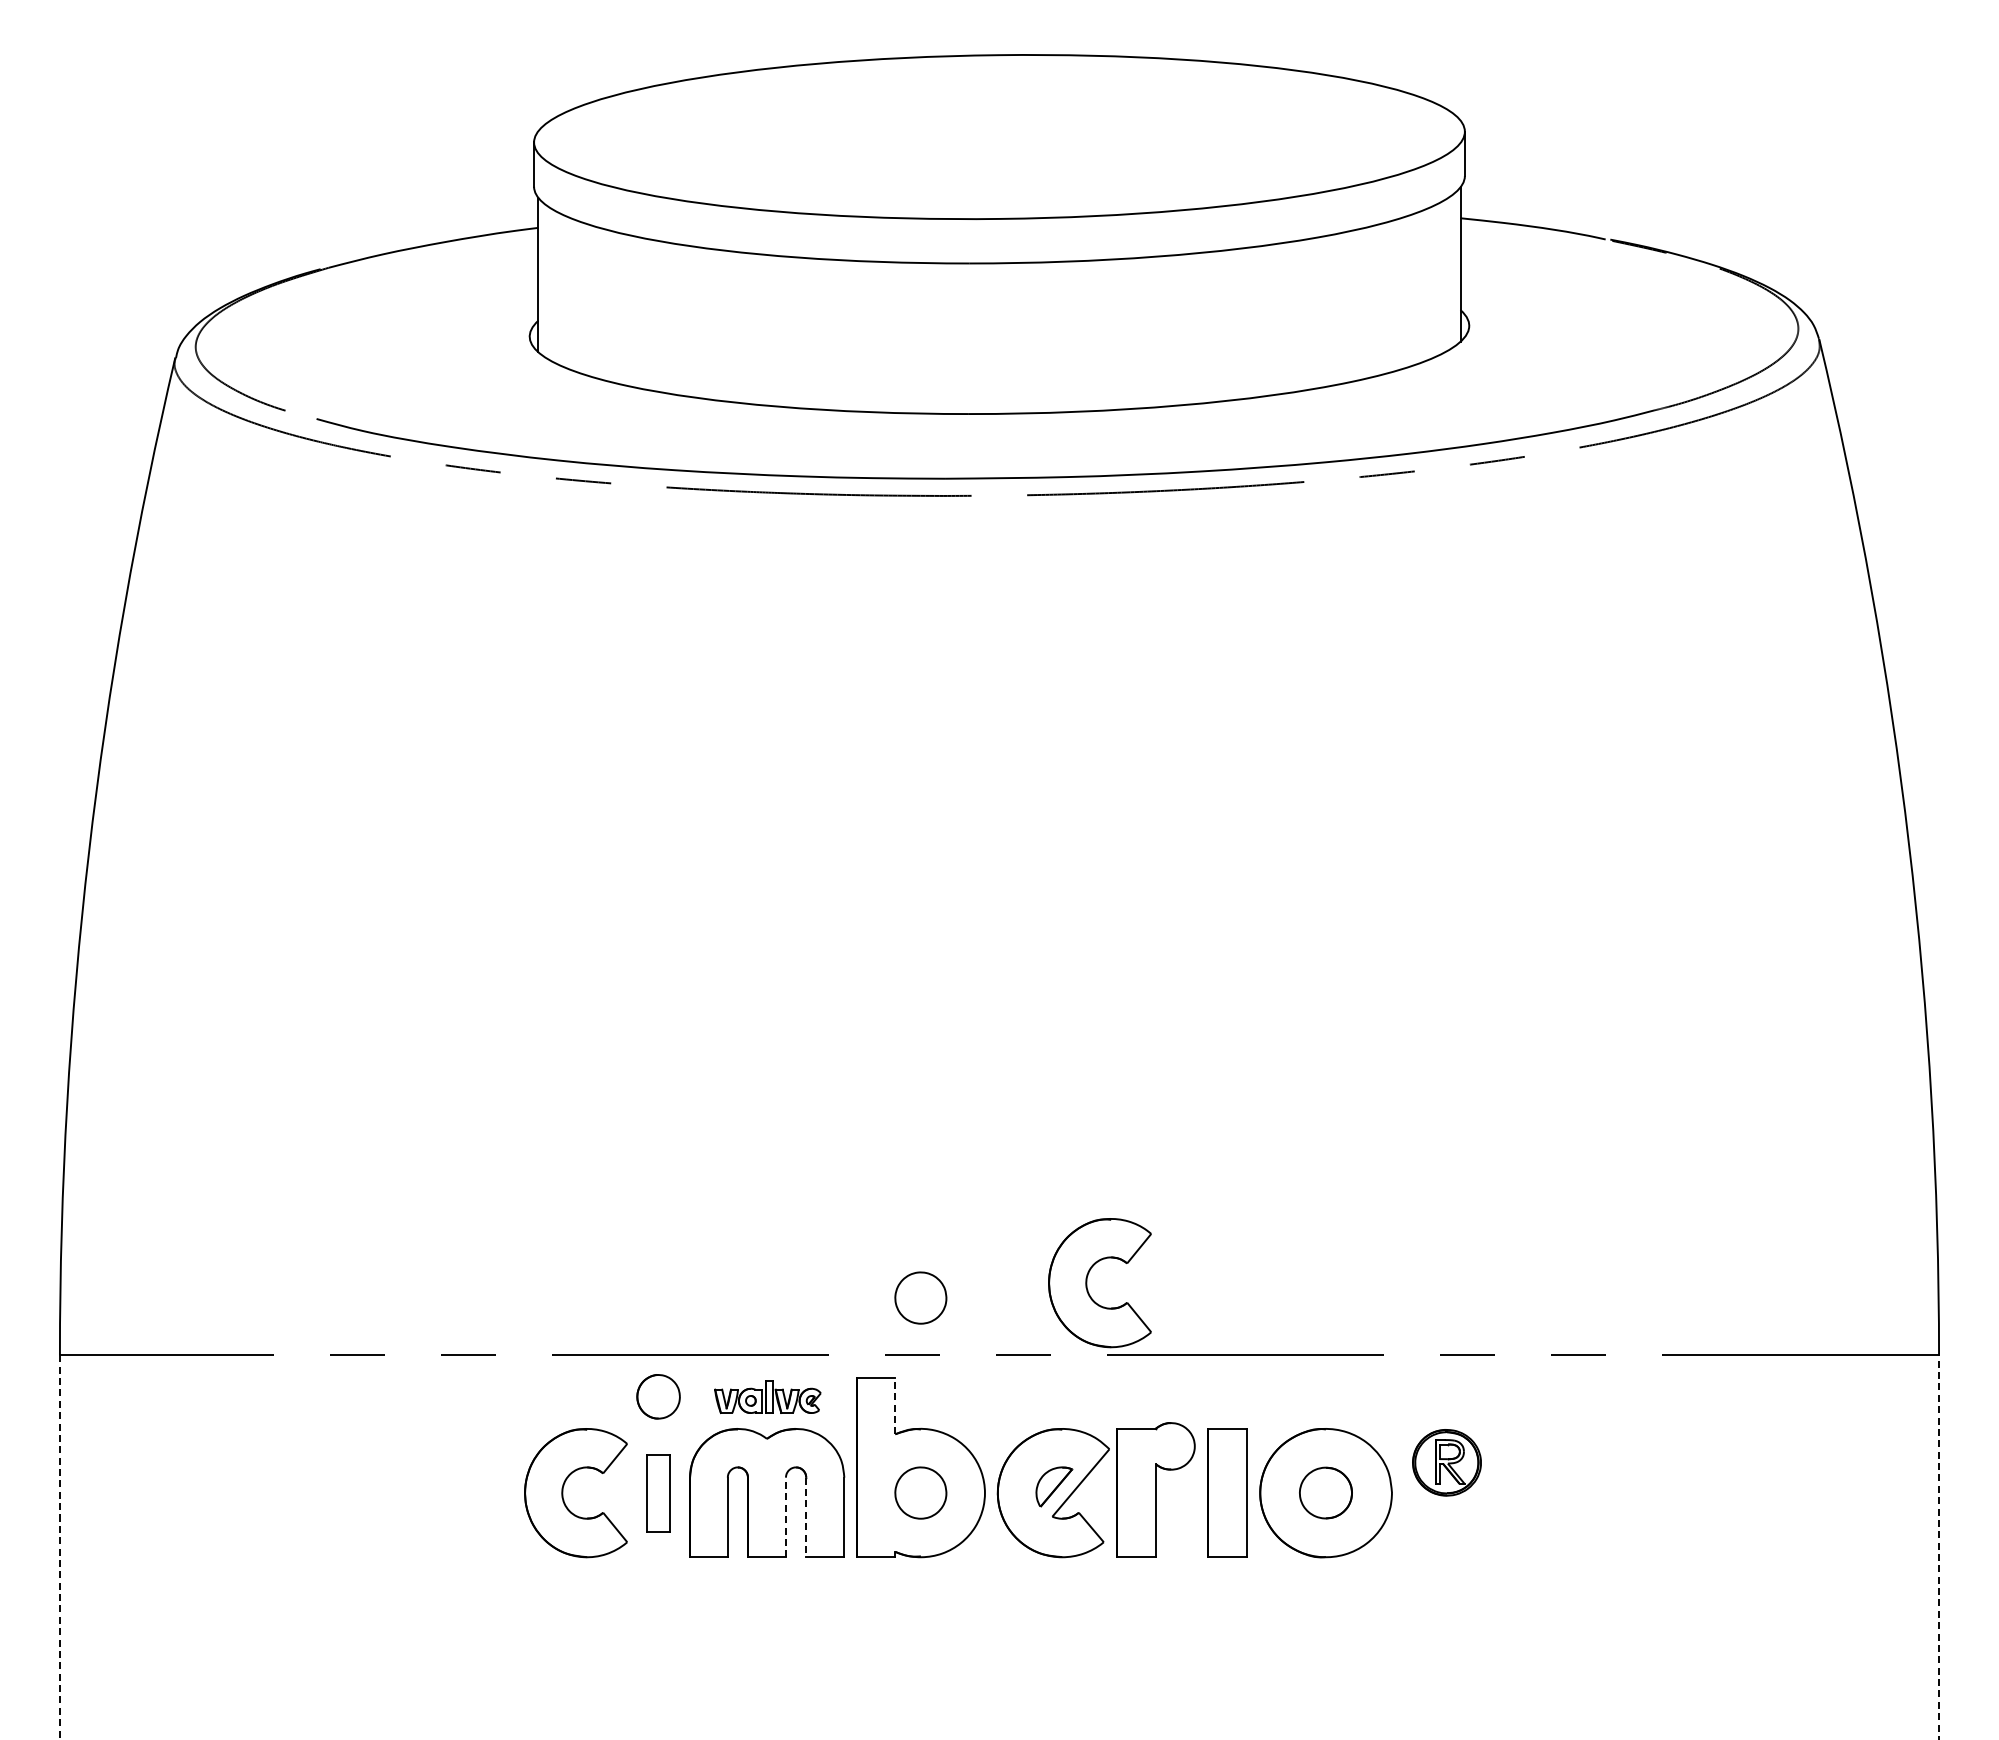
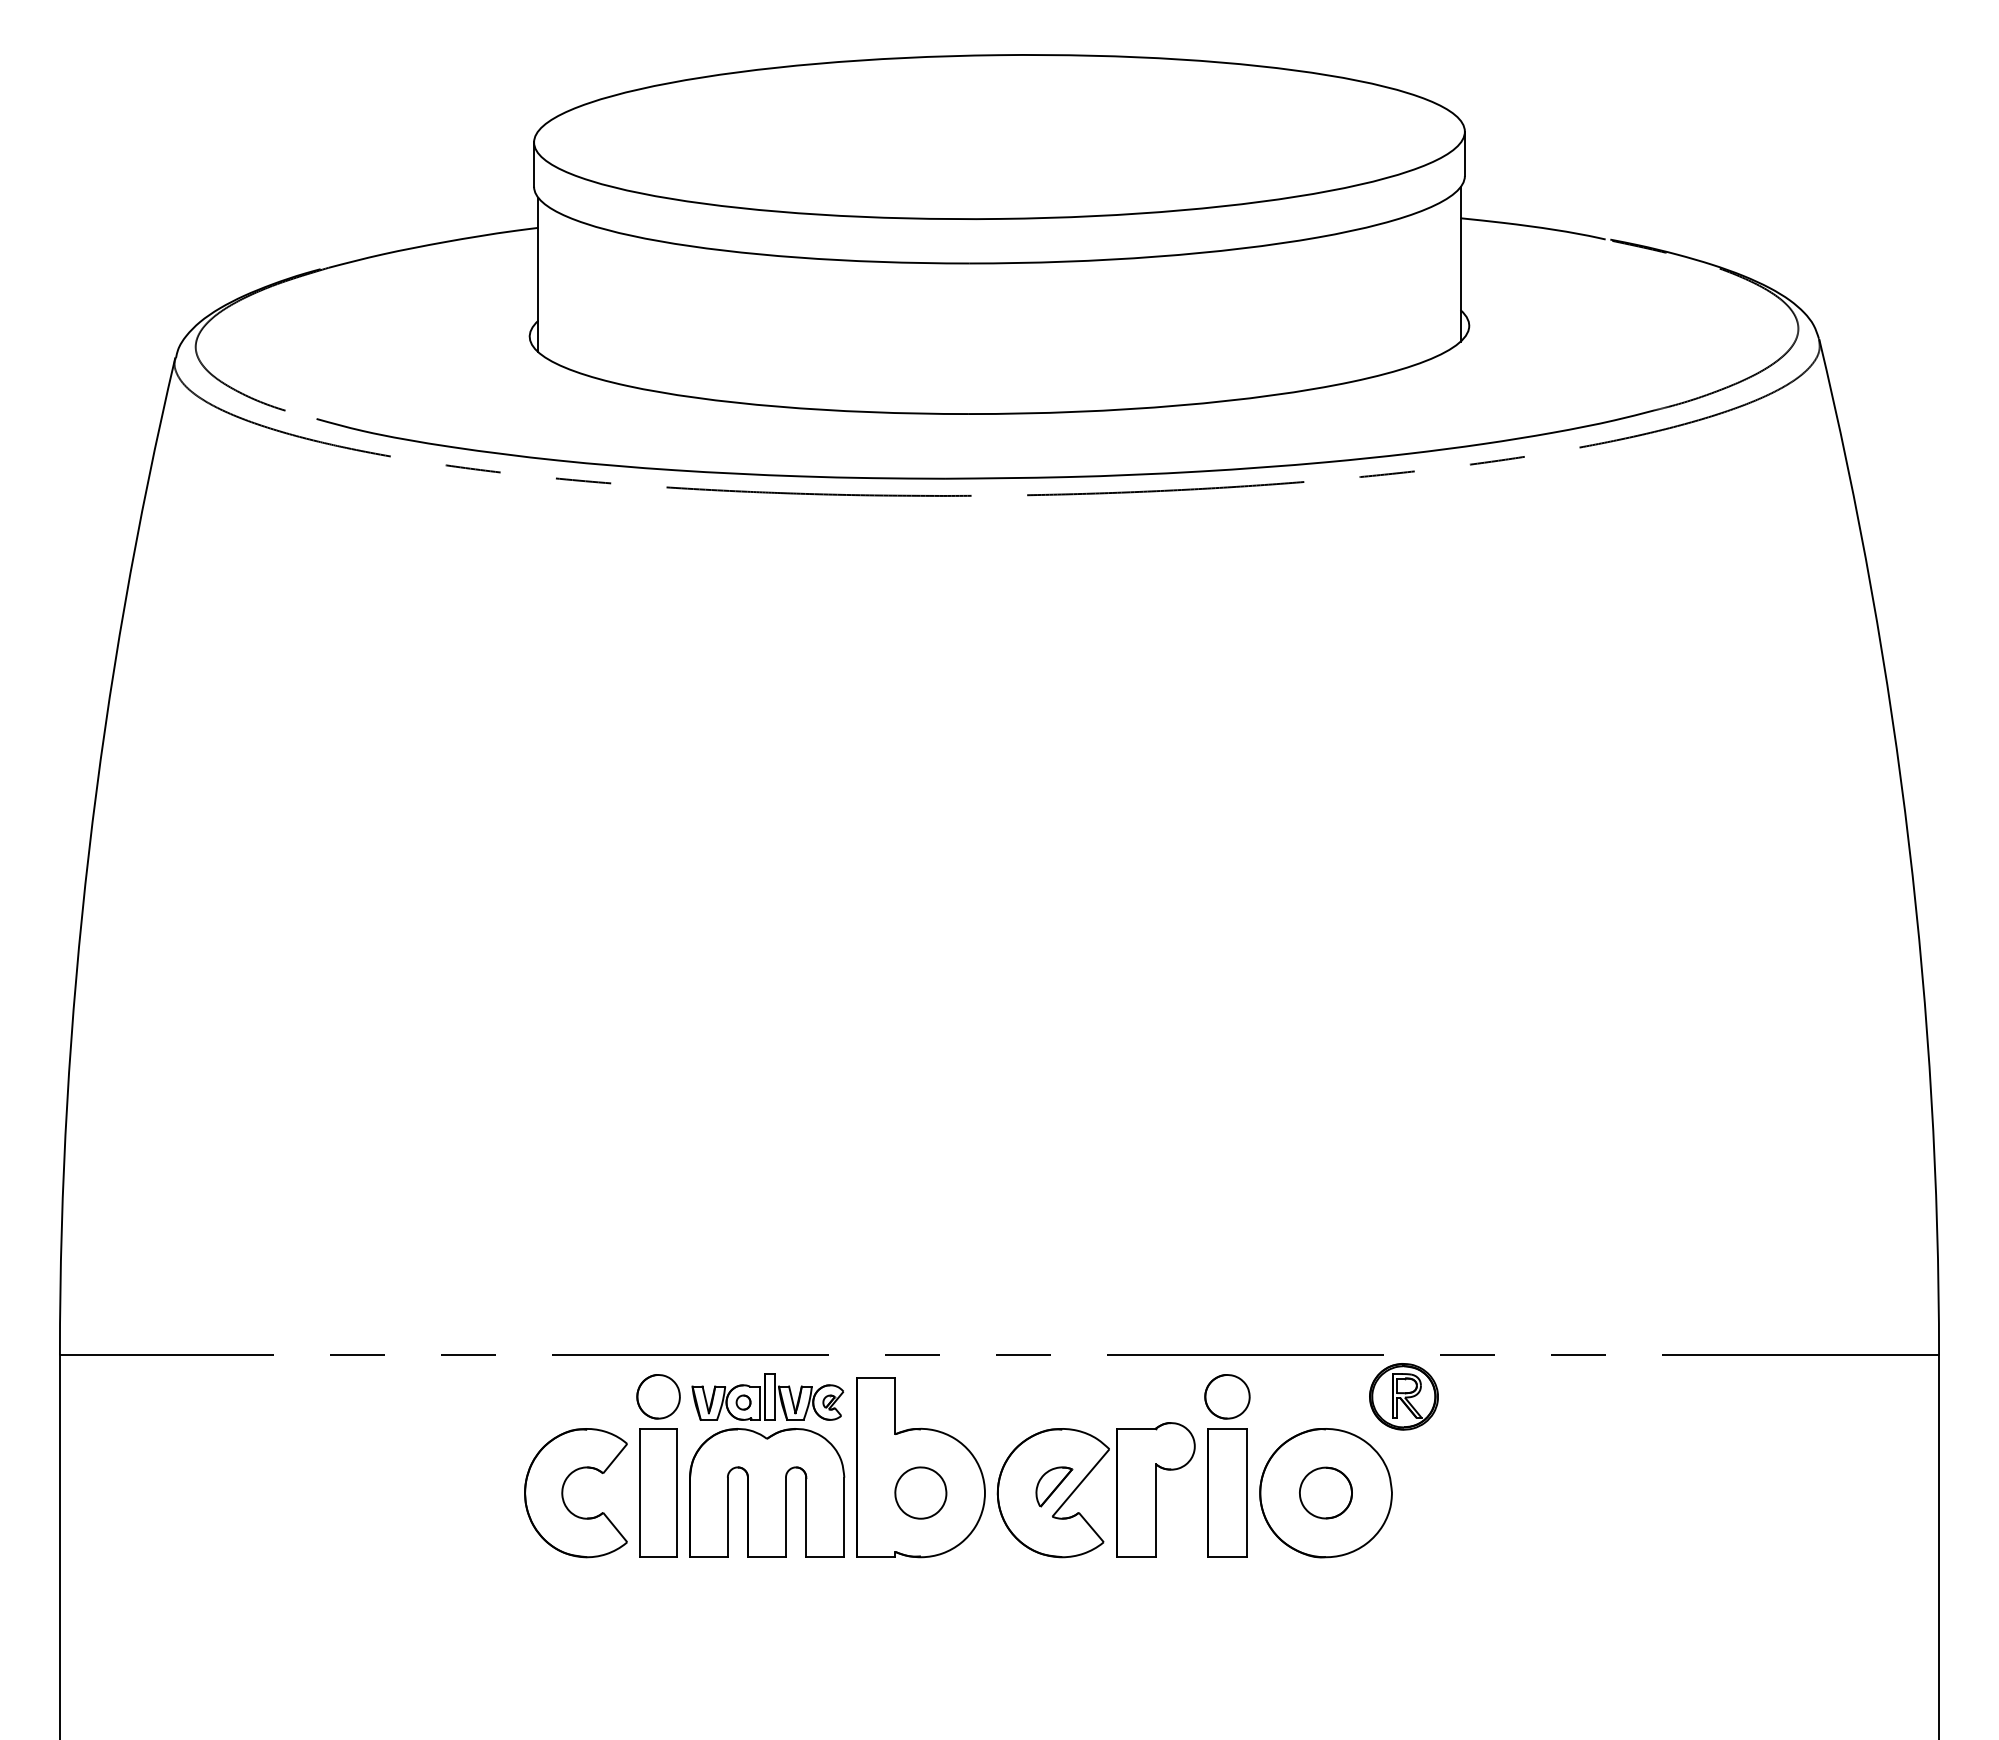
part at (1087, 1283): present -> none
part at (920, 1297): present -> none
part at (767, 1396) size: 108x34 px -> 154x48 px
part at (1227, 1396): none -> present
line at (895, 1405): dashed -> solid
part at (1446, 1462) position: (1446, 1462) -> (1403, 1396)
part at (658, 1493) size: 25x79 px -> 39x130 px
line at (785, 1517): dashed -> solid
line at (806, 1517): dashed -> solid
line at (59, 1547): dashed -> solid
line at (1939, 1547): dashed -> solid
